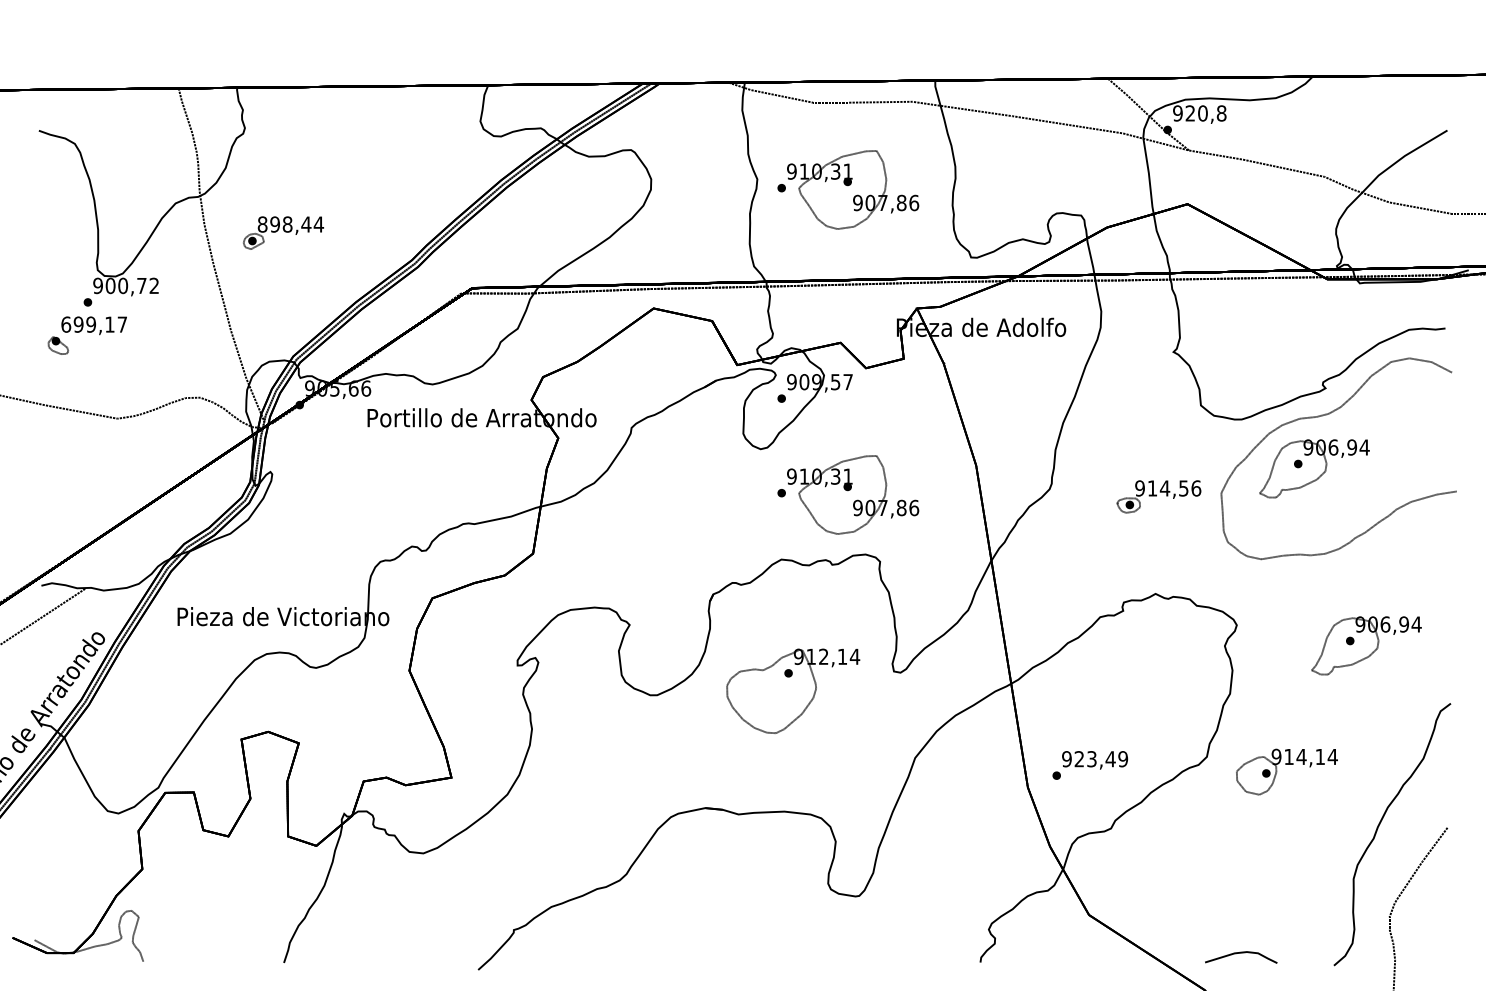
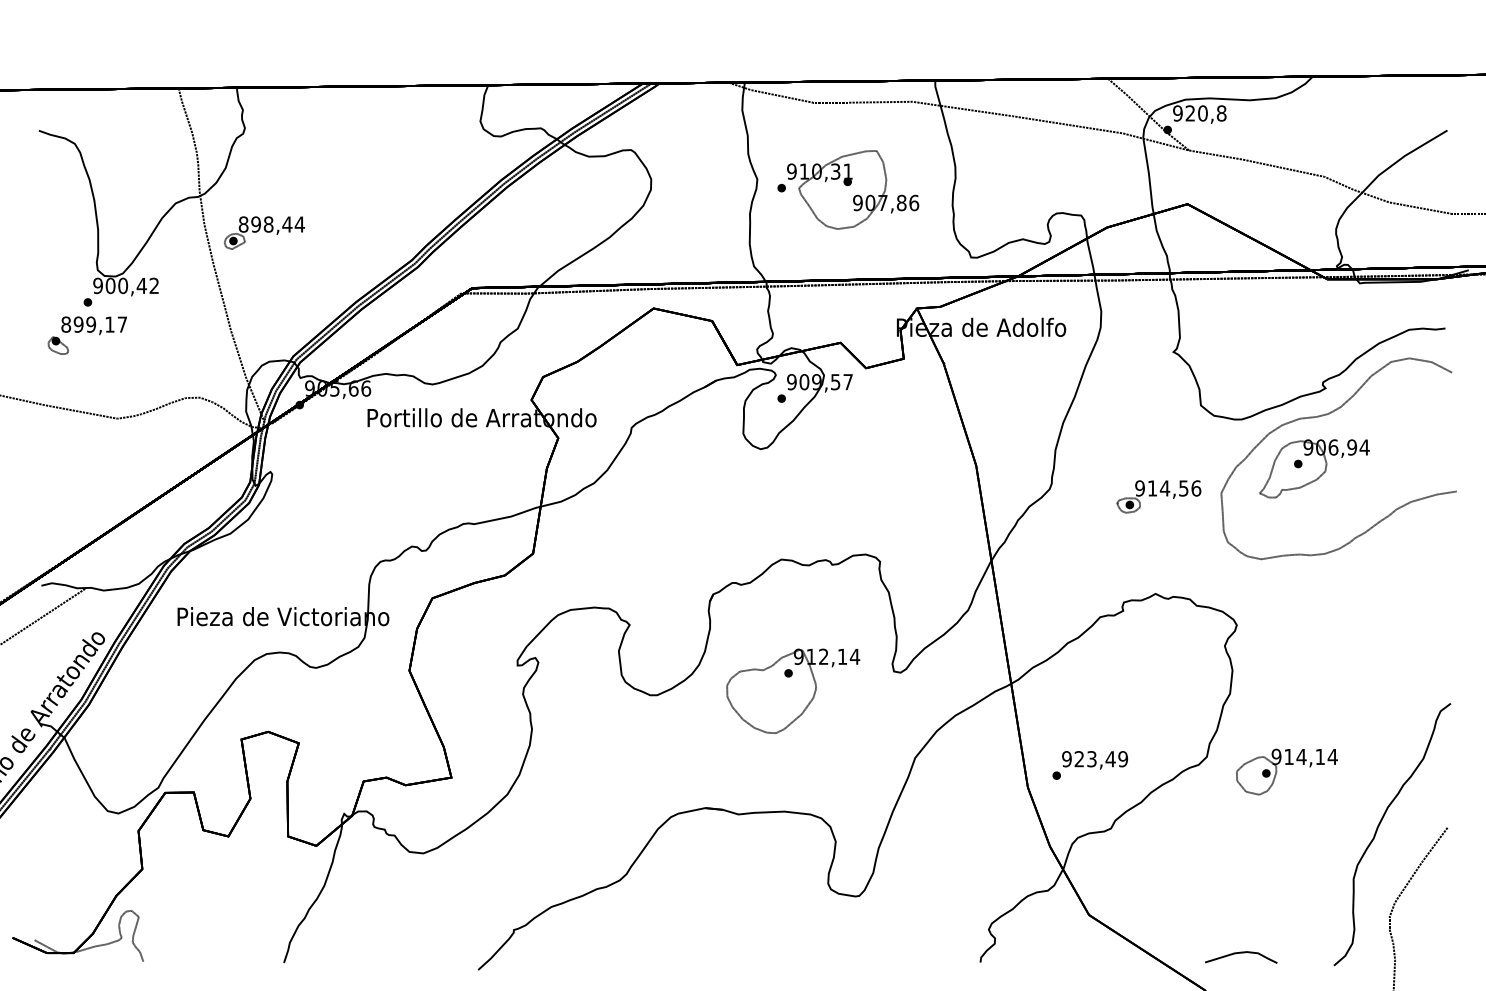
part at (283, 232) position: (283, 232) -> (264, 232)
text at (141, 285): 900,72 -> 900,42
text at (66, 324): 699,17 -> 899,17
part at (848, 494): present -> none
part at (1366, 645): present -> none
